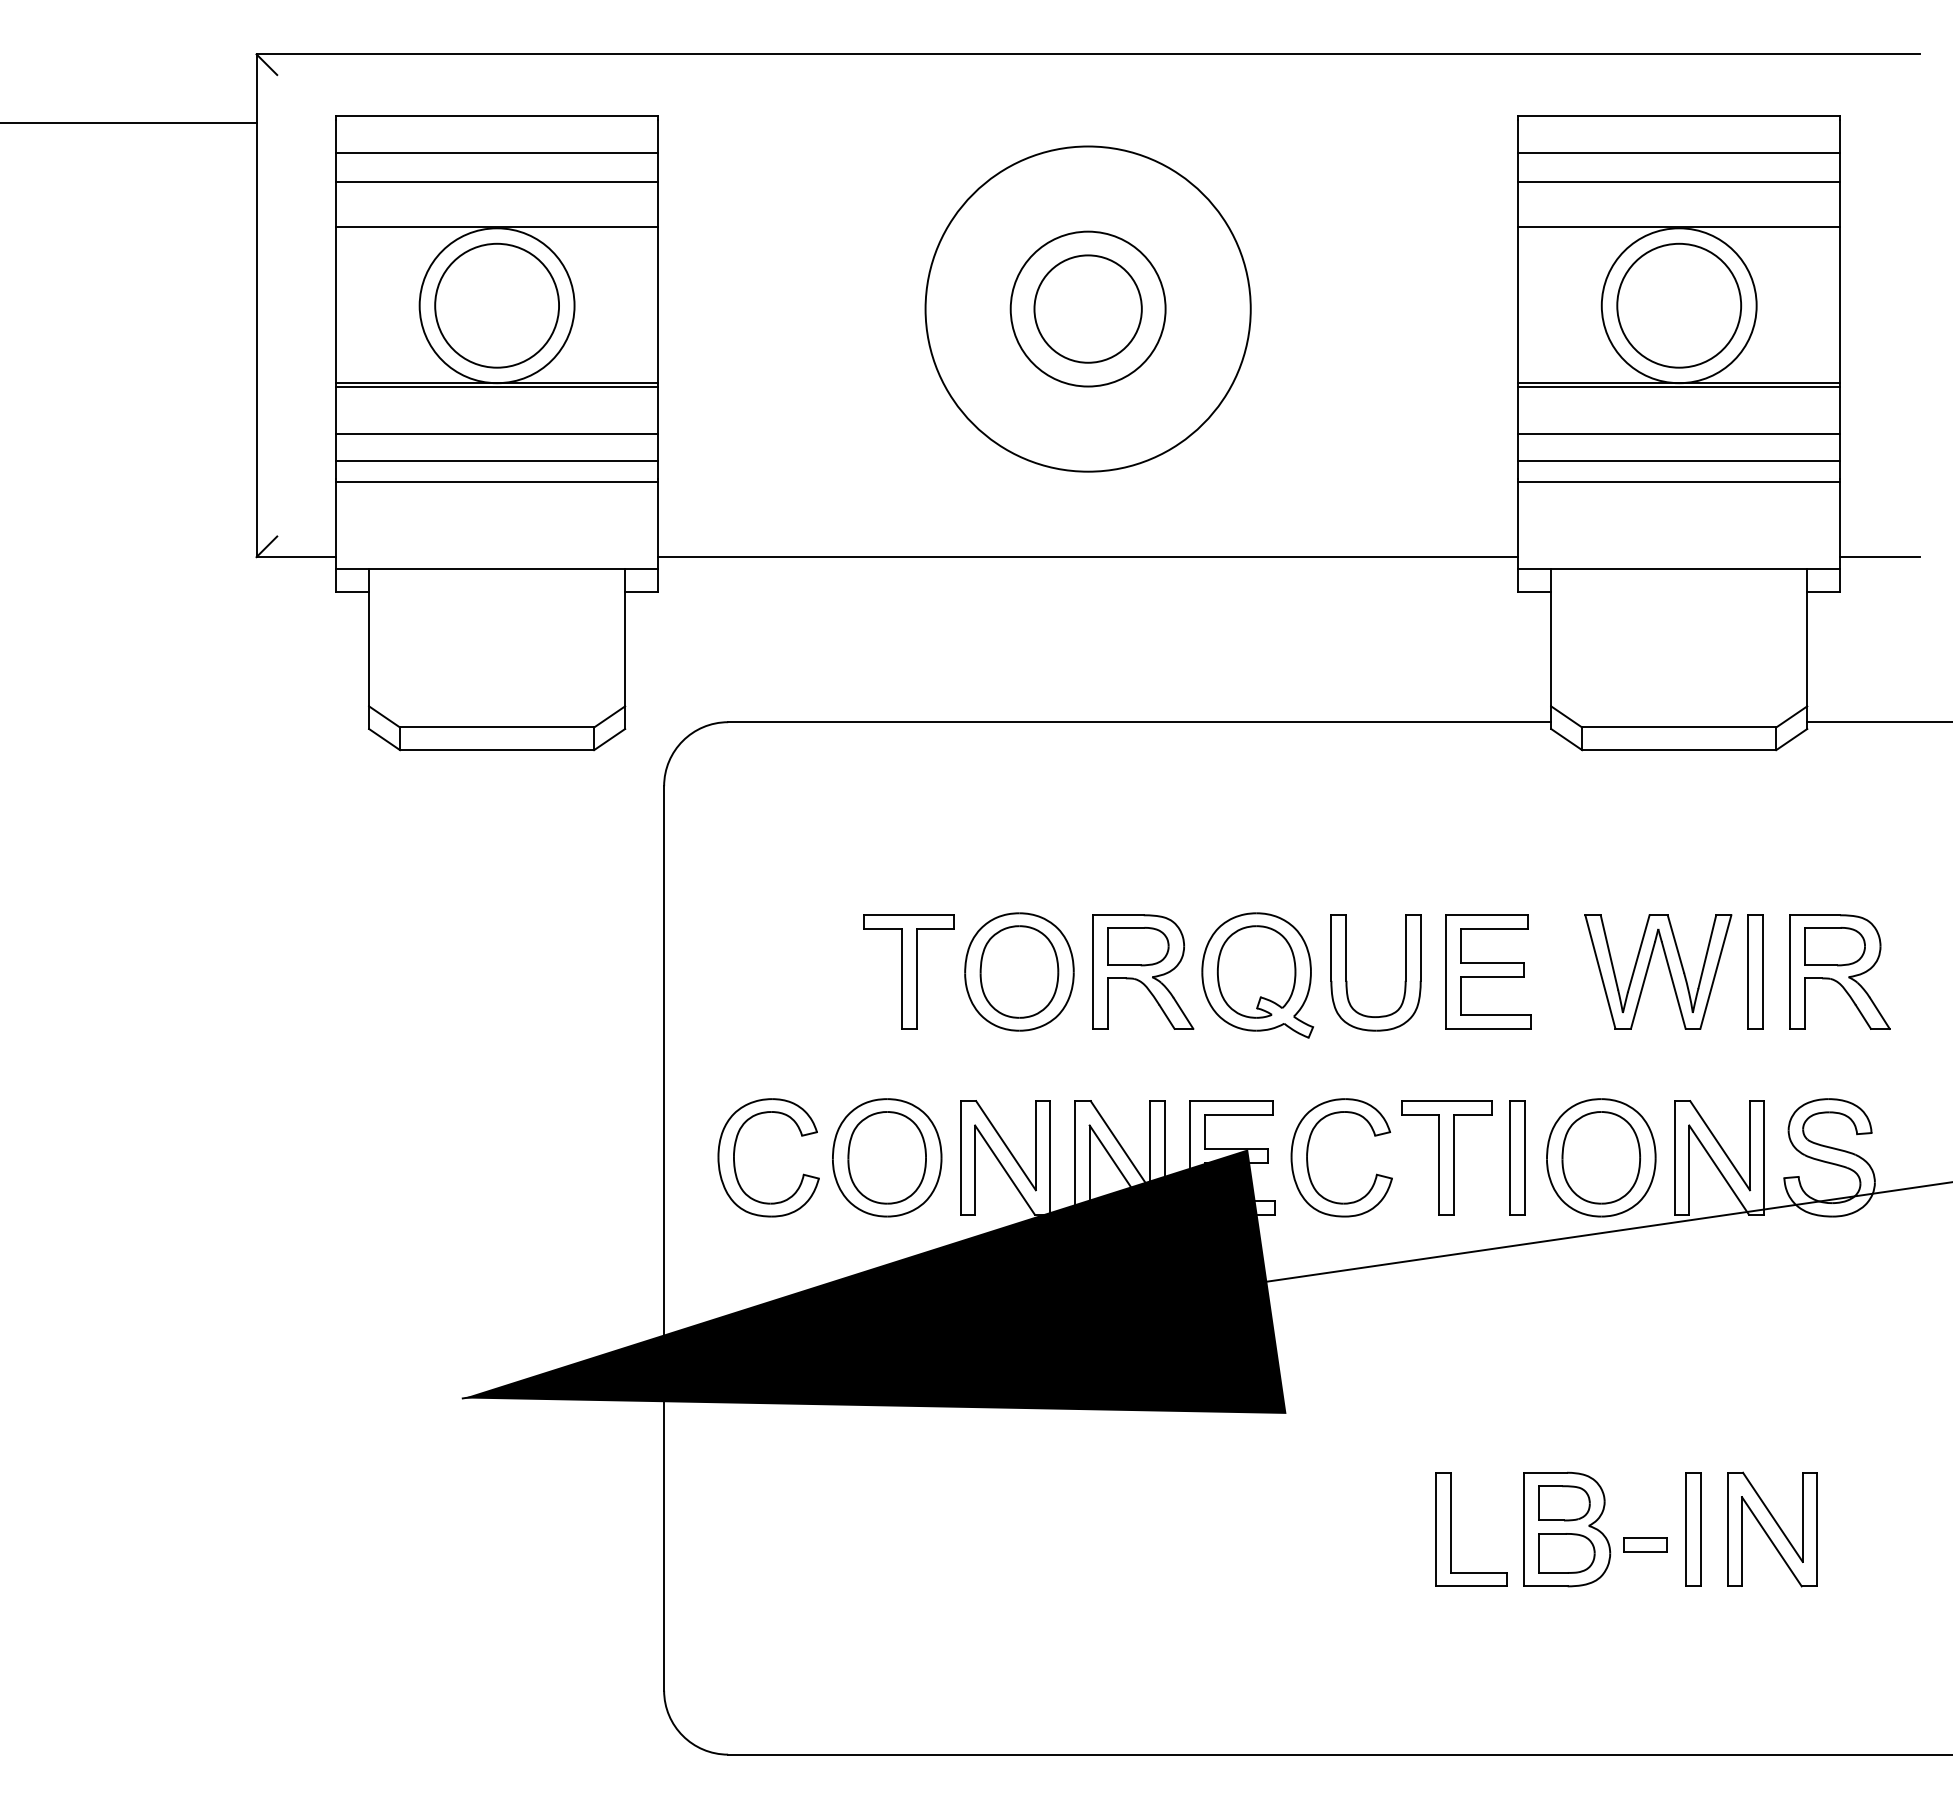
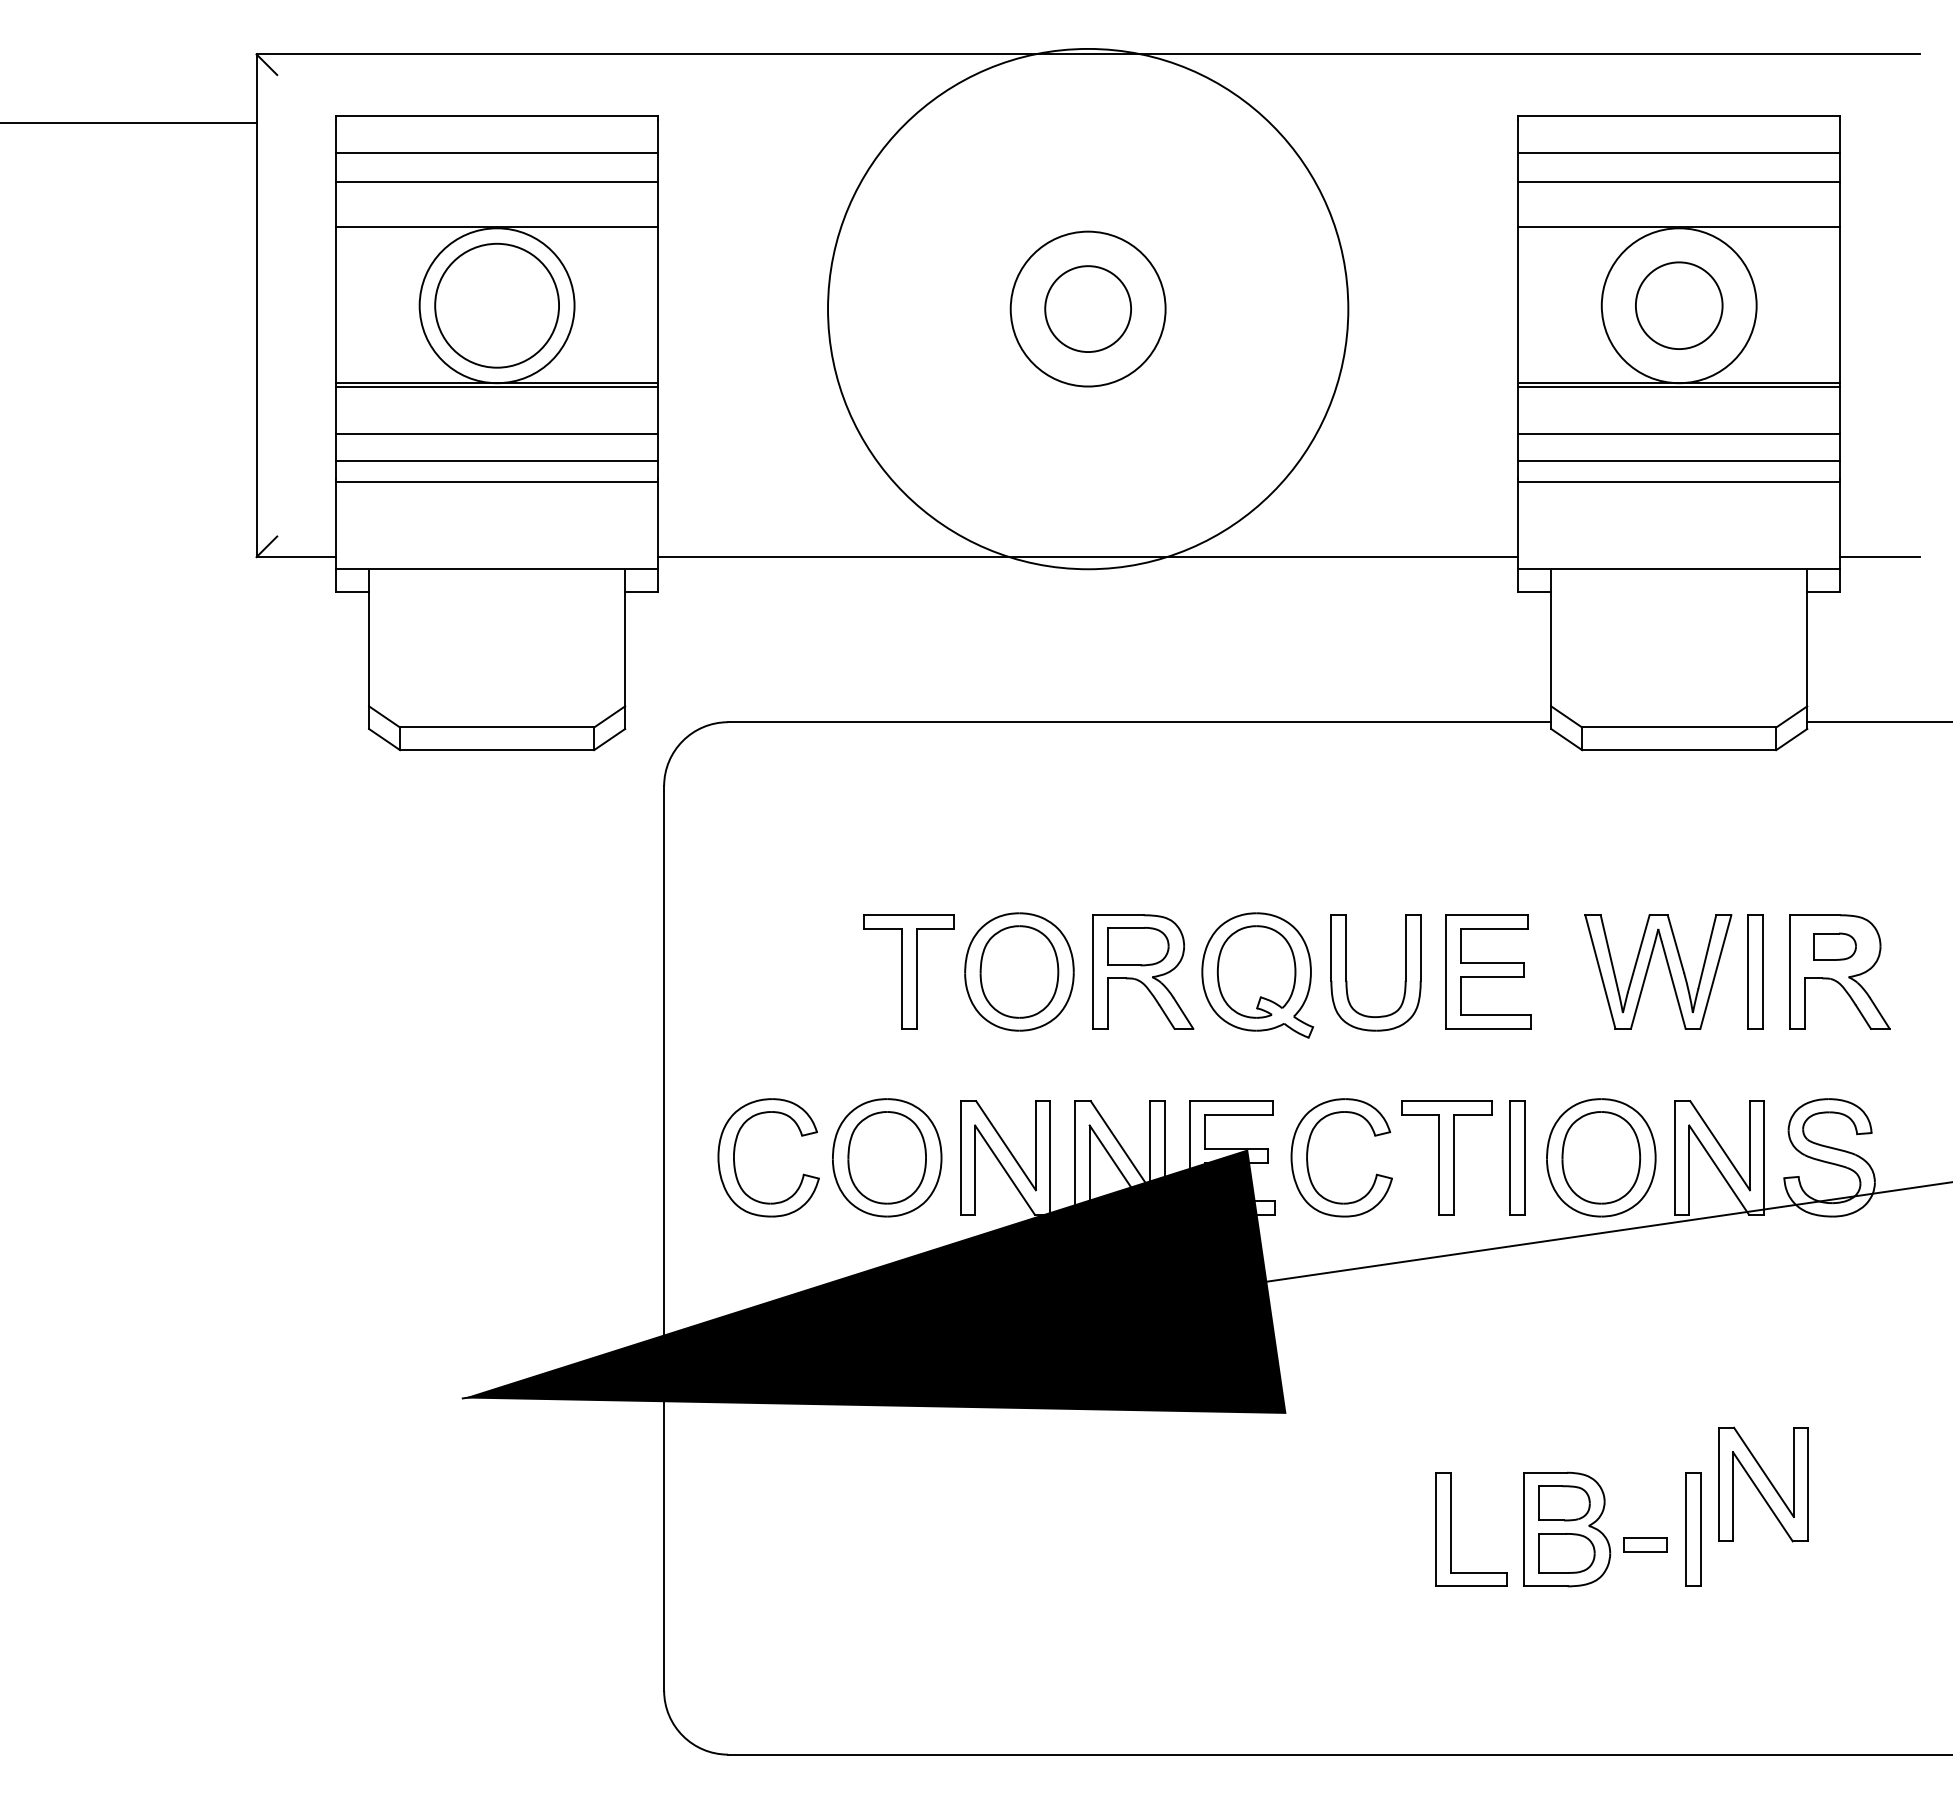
circle at (1679, 305) diameter: 124 px -> 87 px
circle at (1087, 308) diameter: 107 px -> 86 px
circle at (1087, 308) diameter: 325 px -> 520 px
part at (1834, 946) size: 62x40 px -> 44x29 px
part at (1772, 1529) position: (1772, 1529) -> (1763, 1484)
